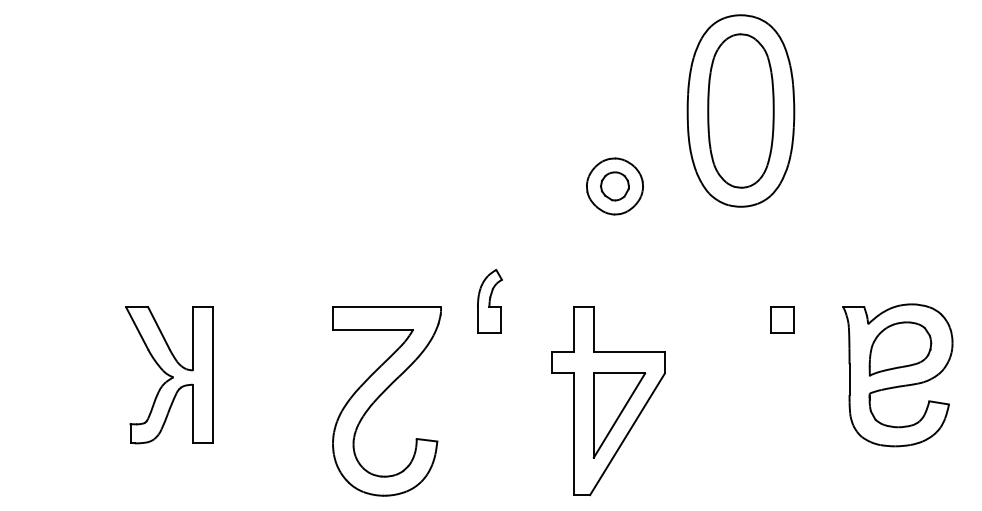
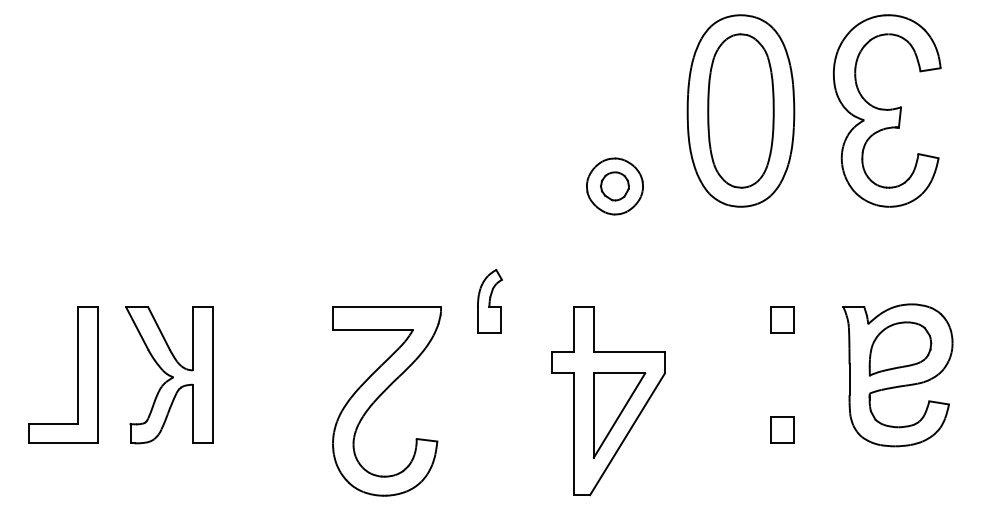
part at (886, 110): none -> present
part at (77, 374): none -> present
part at (782, 429): none -> present
